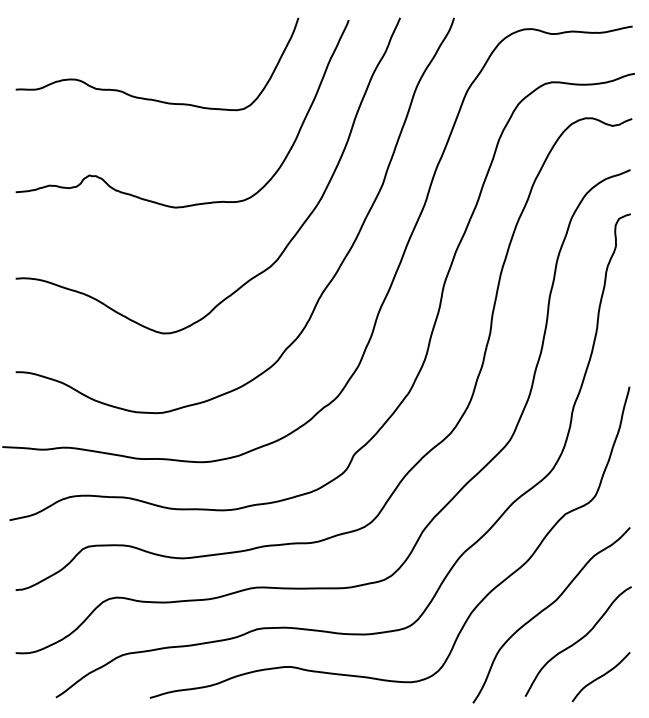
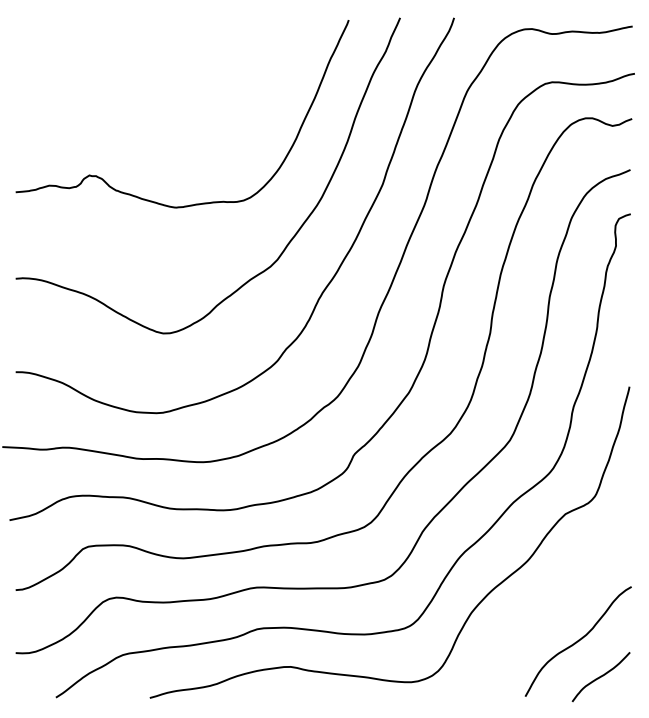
curve at (151, 98): present -> none
curve at (546, 609): present -> none
